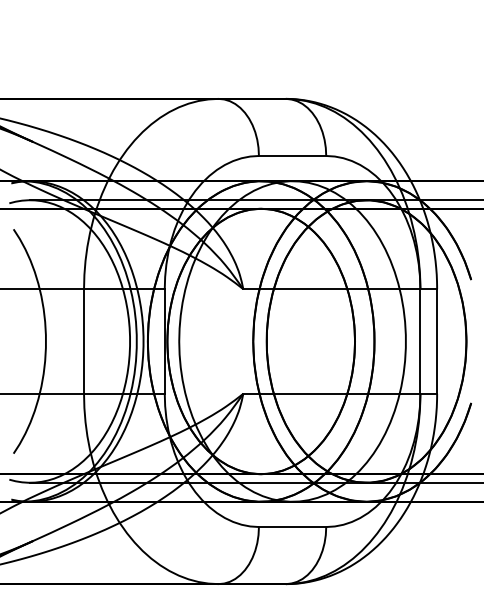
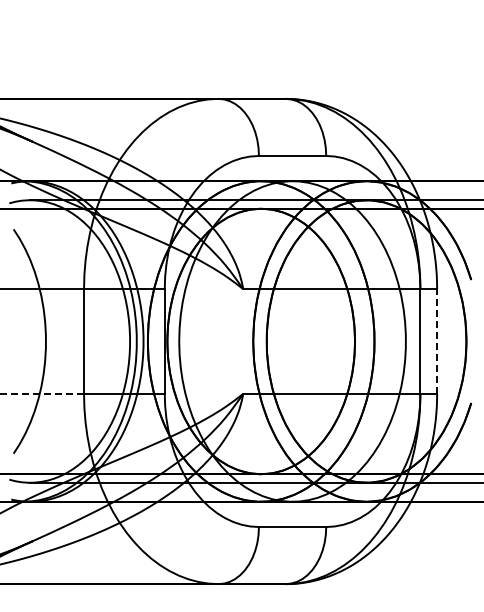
line at (437, 341): solid -> dashed
line at (42, 393): solid -> dashed
